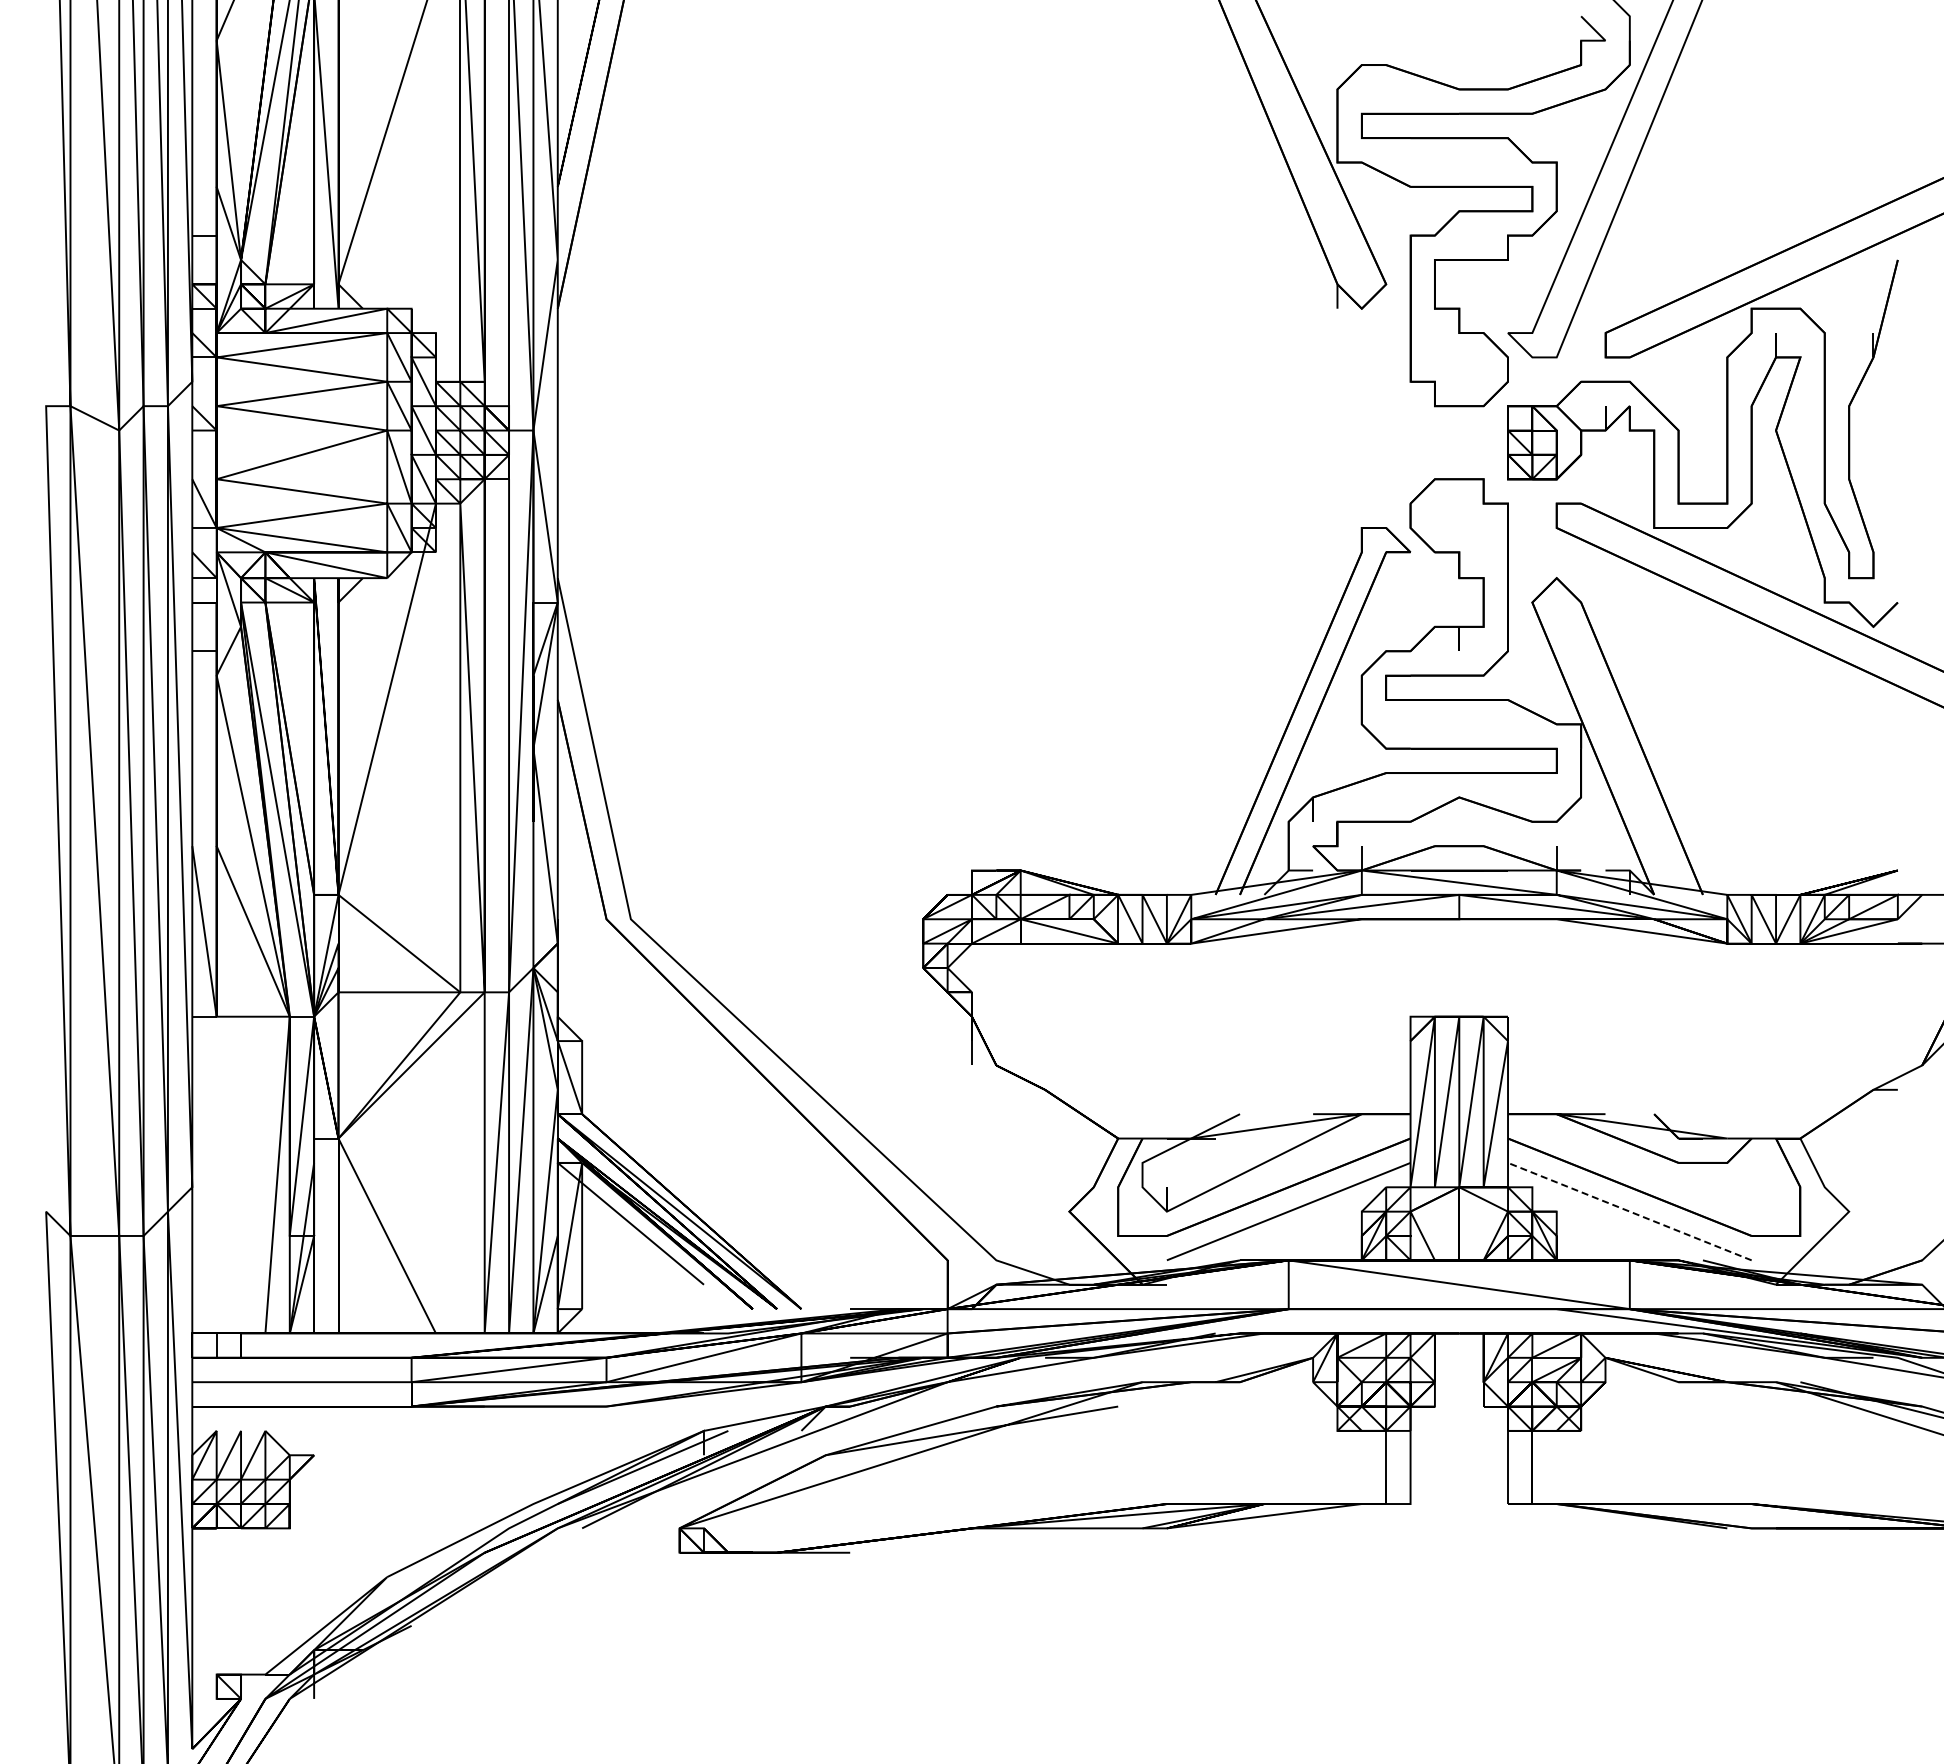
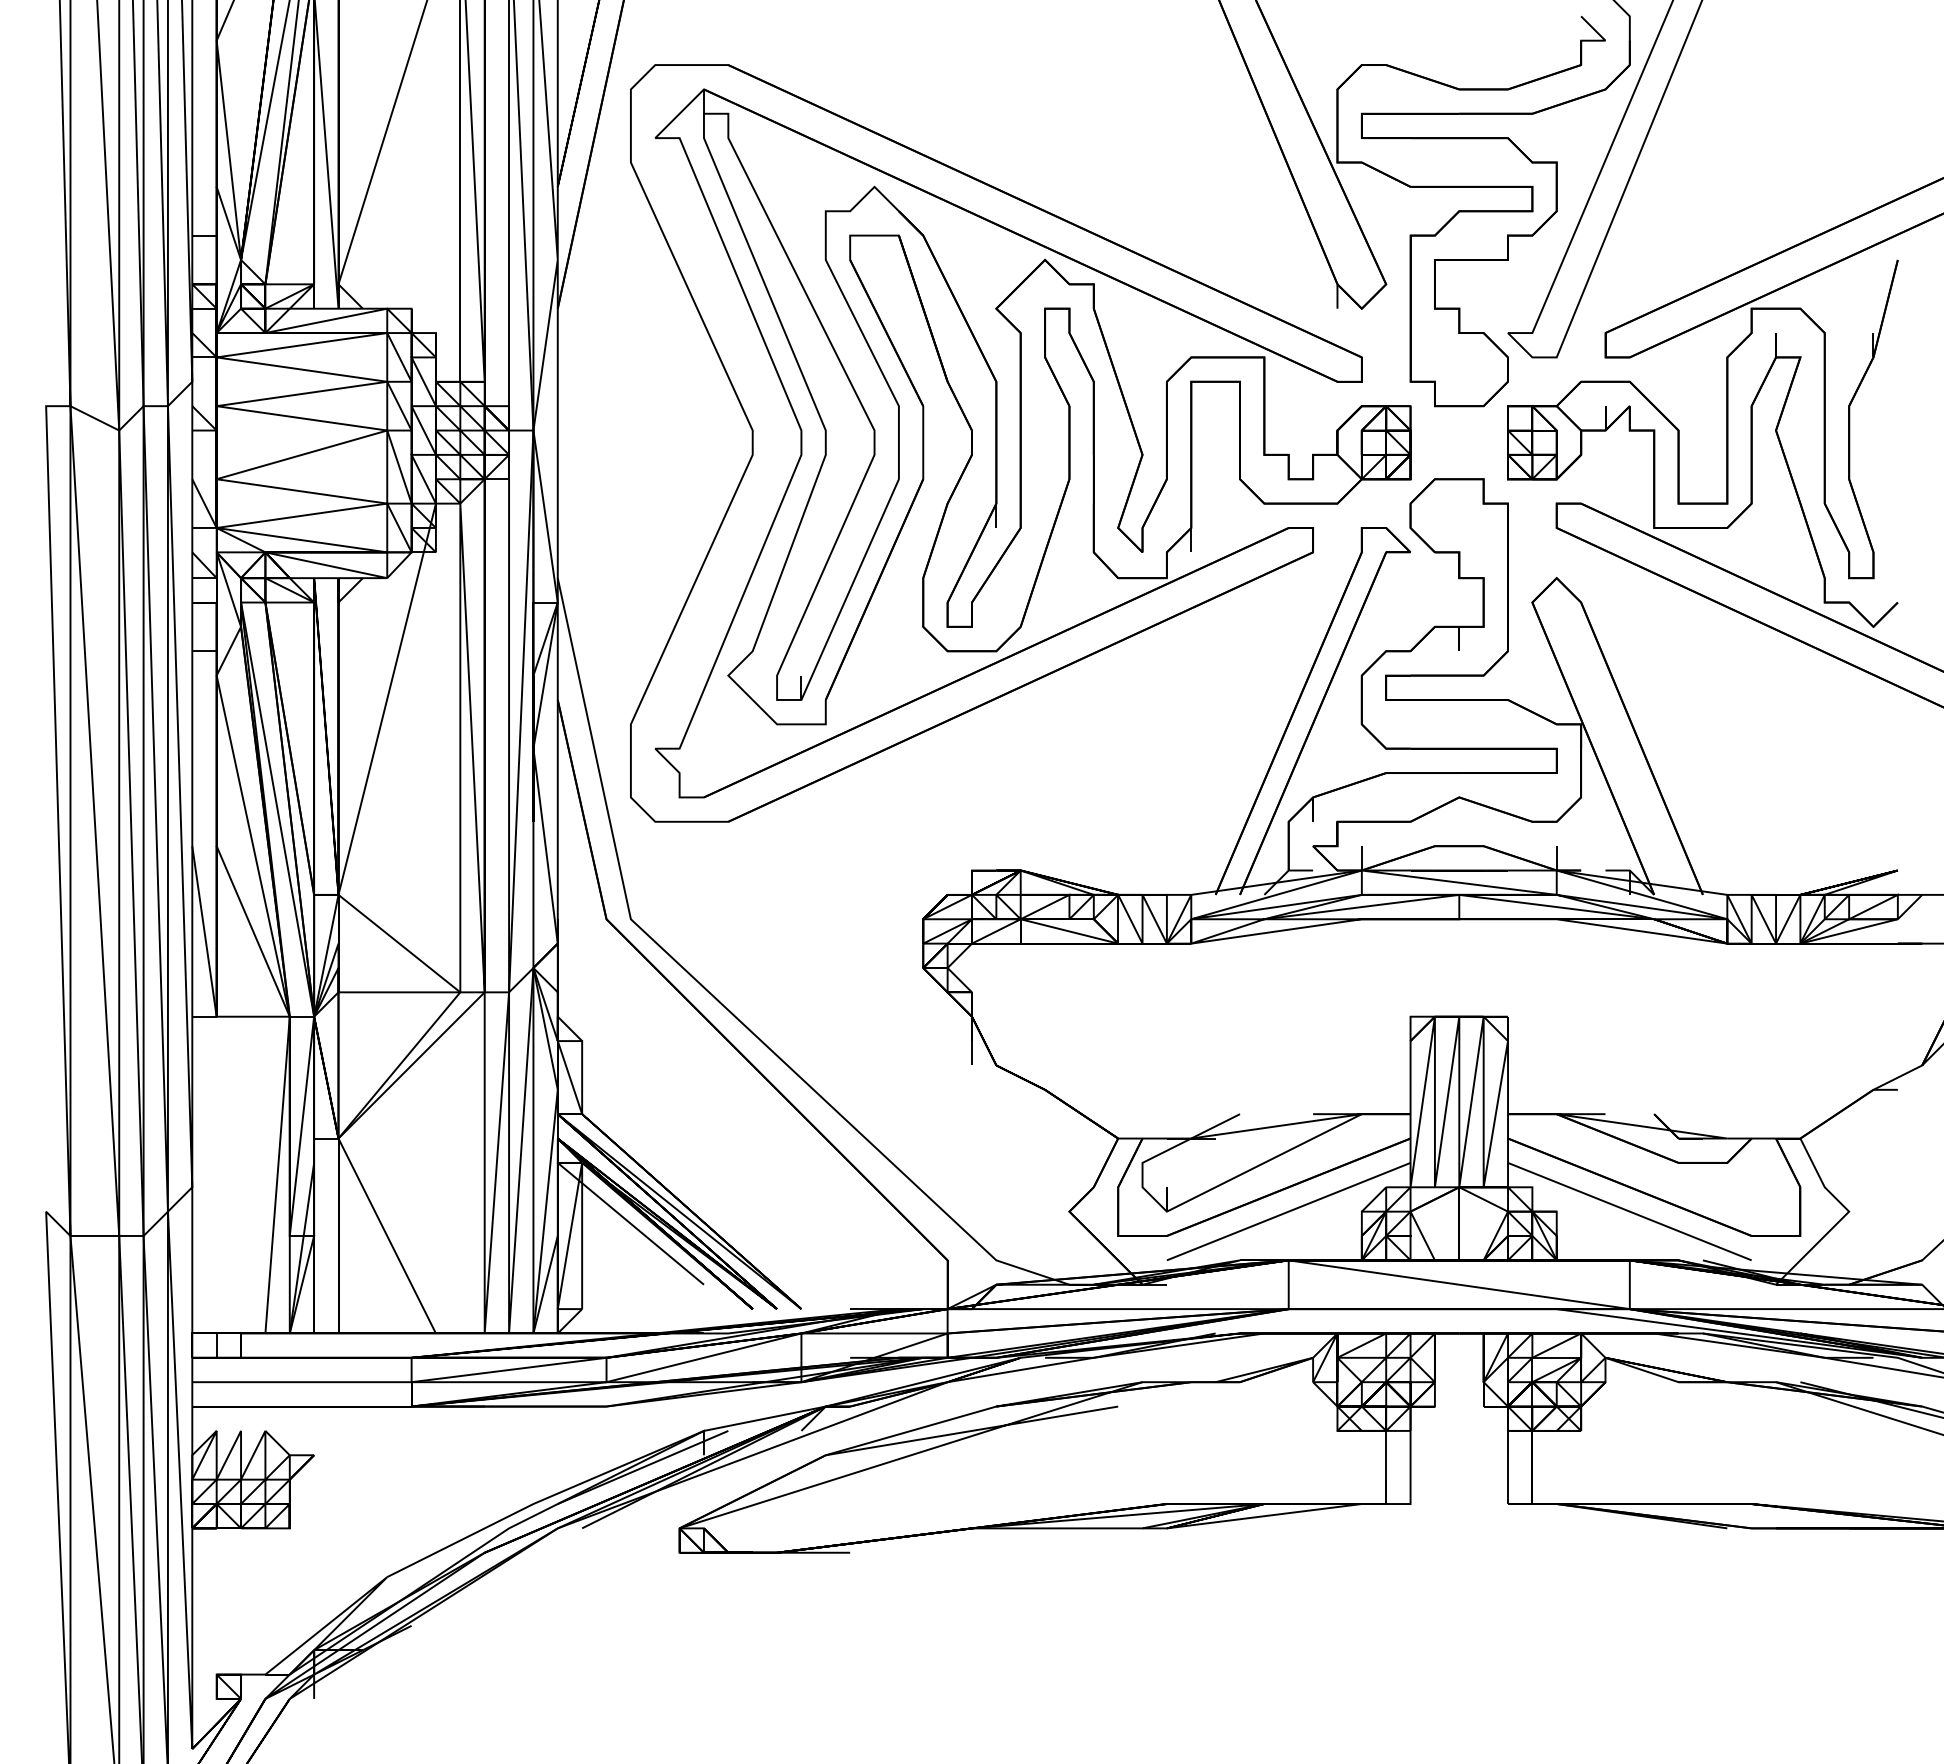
part at (1020, 443): none -> present
line at (1629, 1211): dashed -> solid
